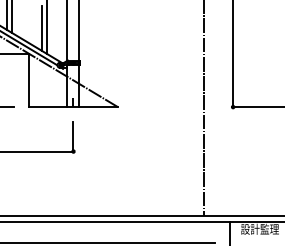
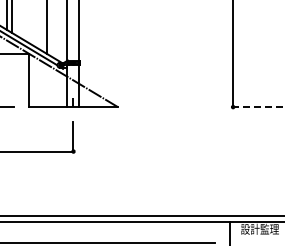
line at (41, 28): present -> none
line at (258, 107): solid -> dashed
line at (204, 109): present -> none
